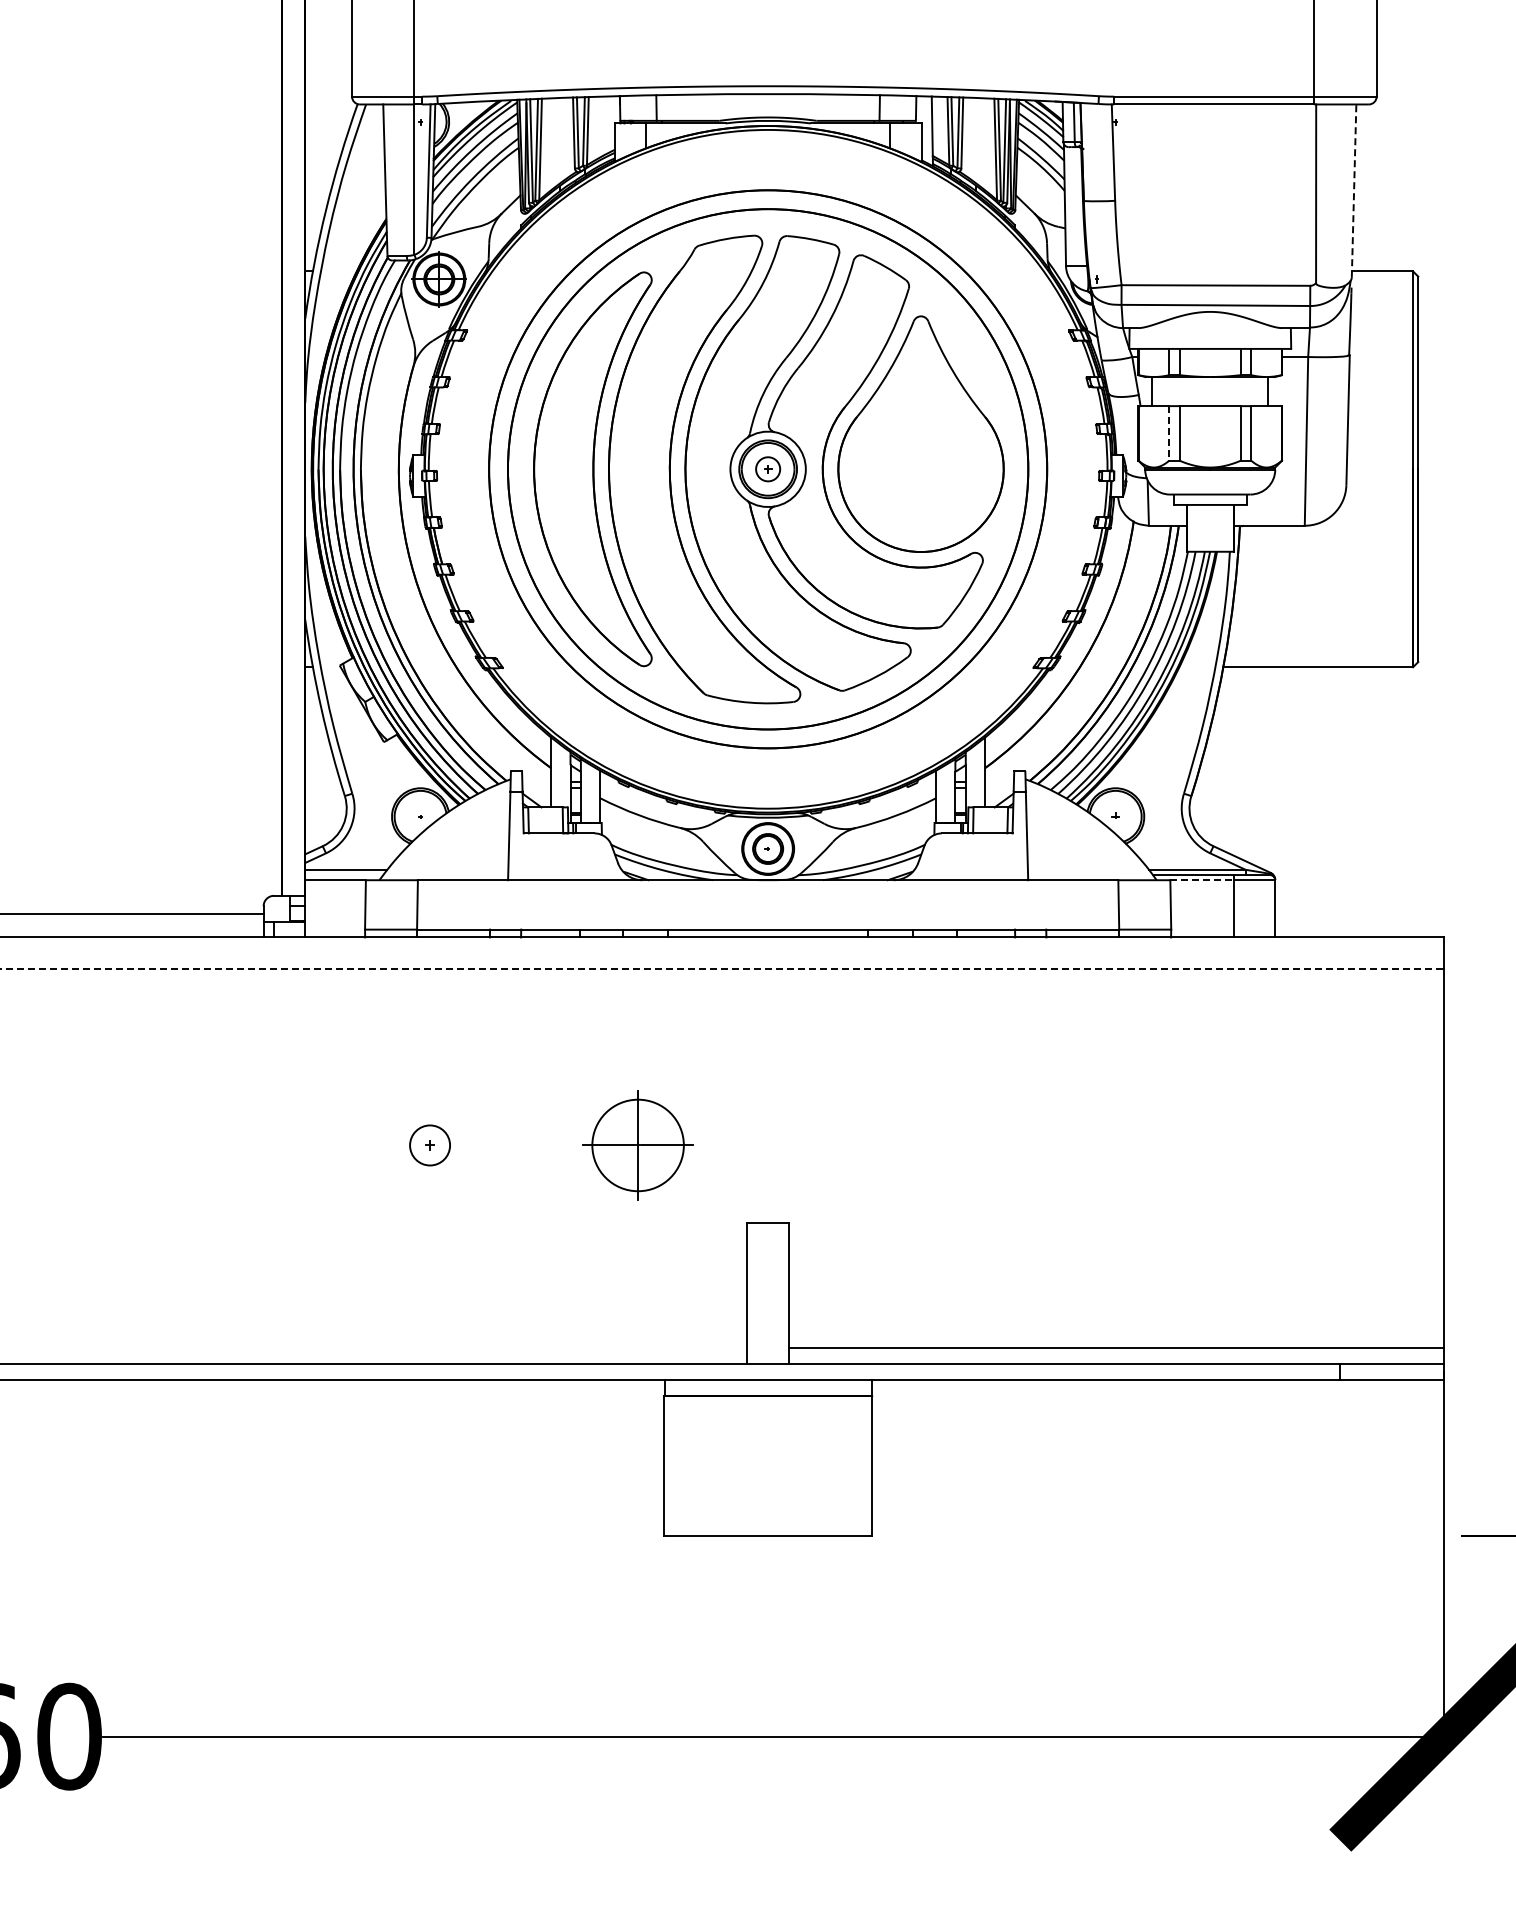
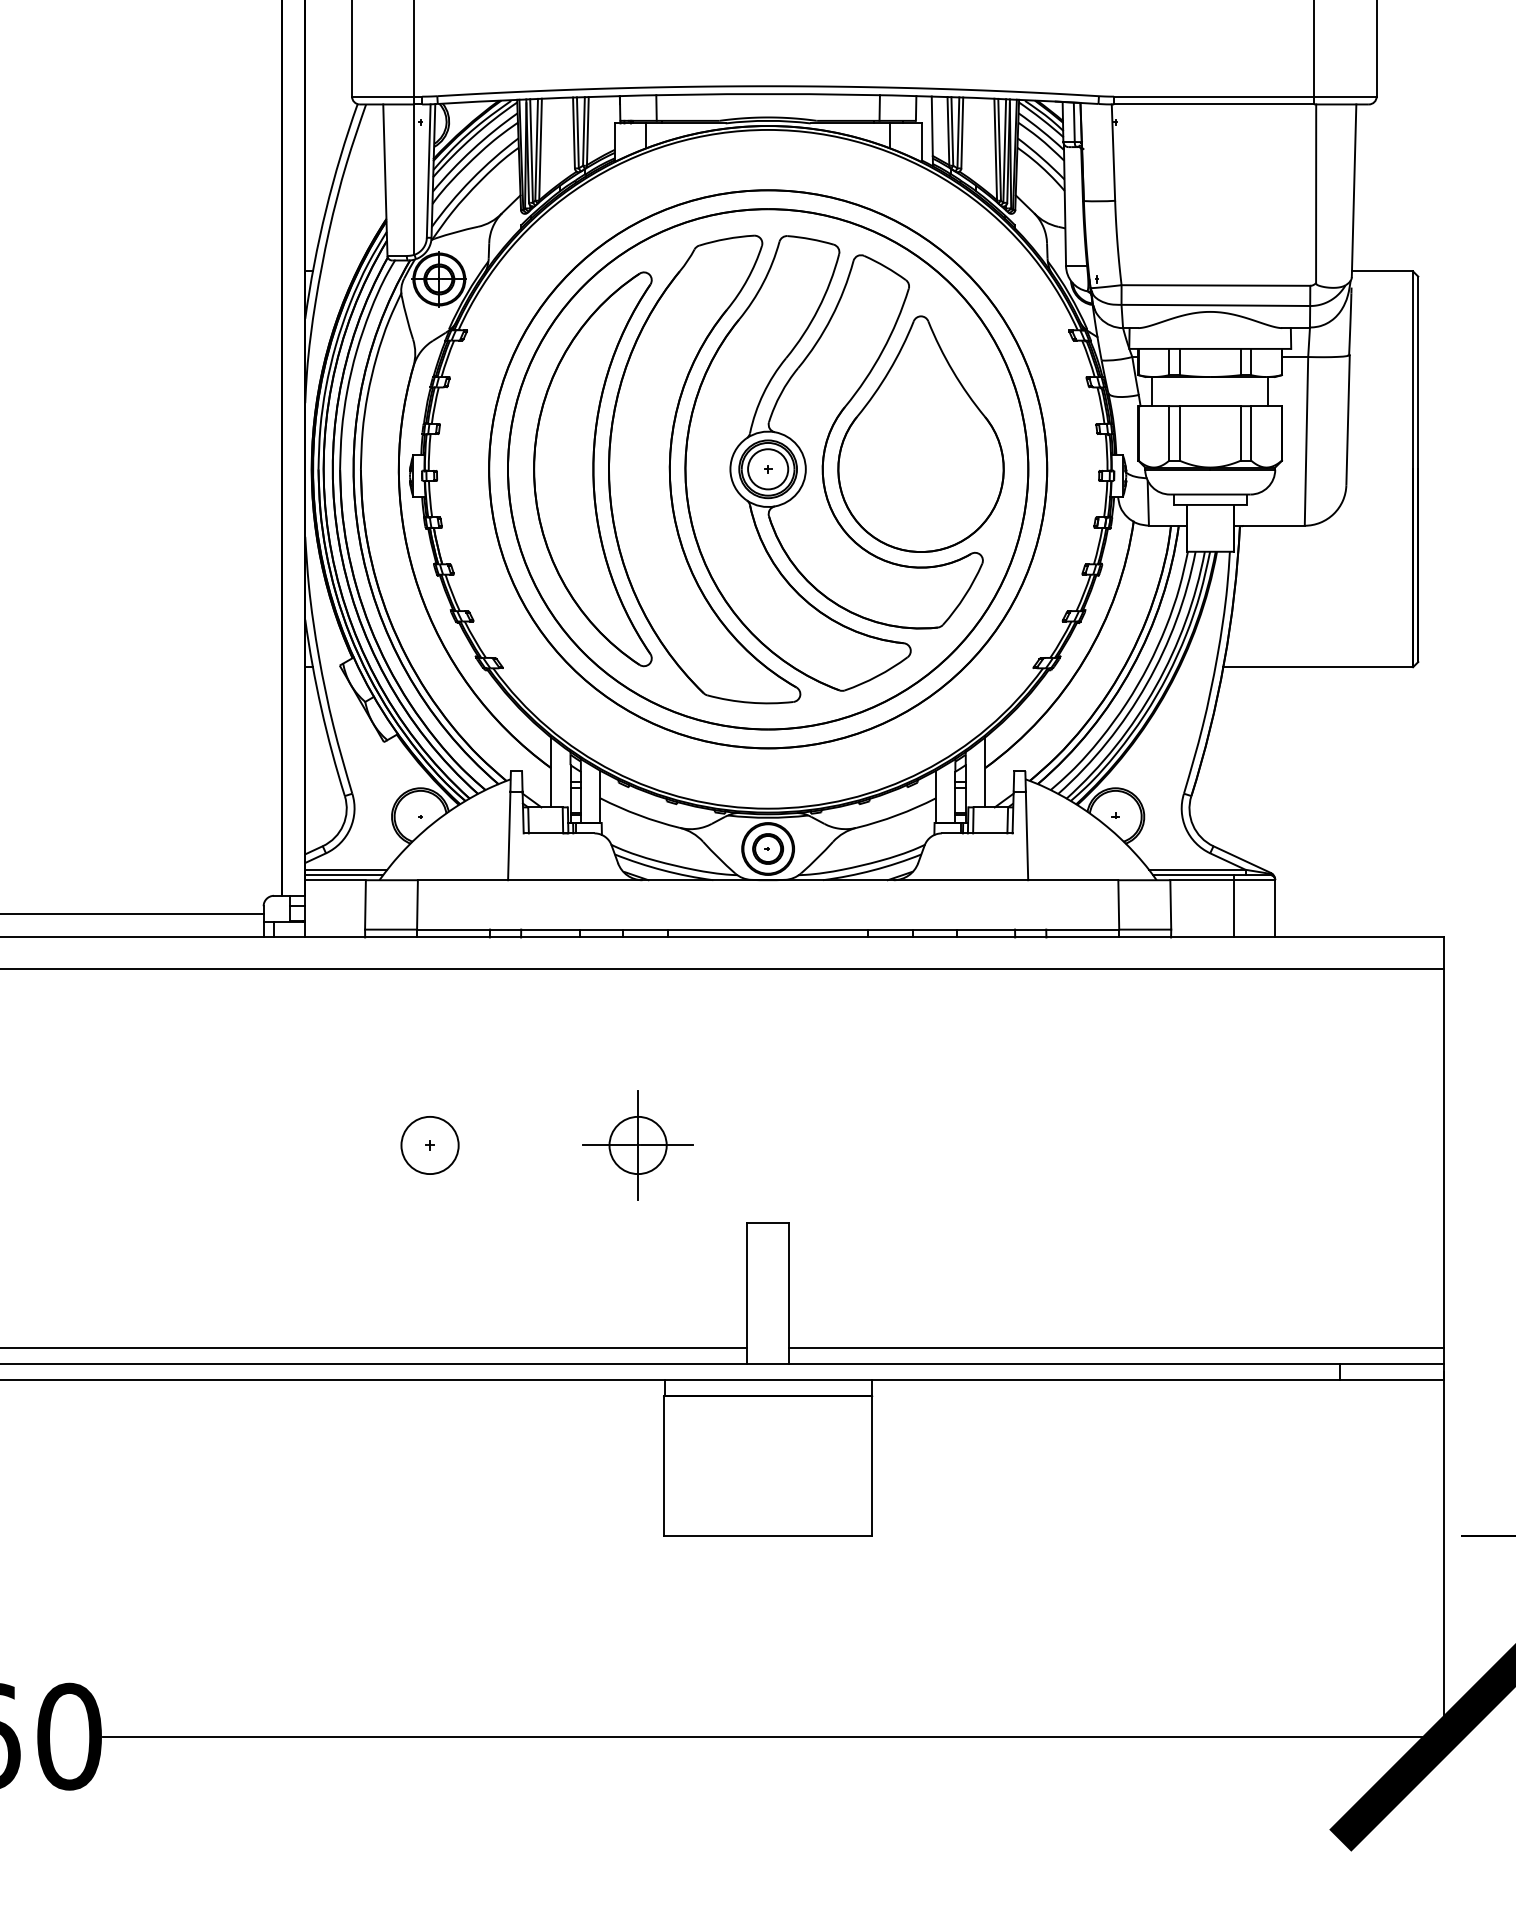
line at (1354, 190): dashed -> solid
line at (1169, 433): dashed -> solid
circle at (768, 469) diameter: 24 px -> 40 px
line at (344, 875): none -> present
line at (1201, 880): dashed -> solid
line at (722, 968): dashed -> solid
circle at (430, 1145) diameter: 40 px -> 57 px
circle at (637, 1145) diameter: 92 px -> 57 px
line at (374, 1348): none -> present
